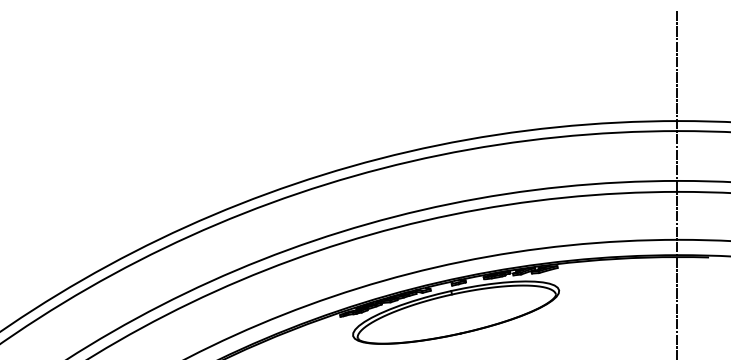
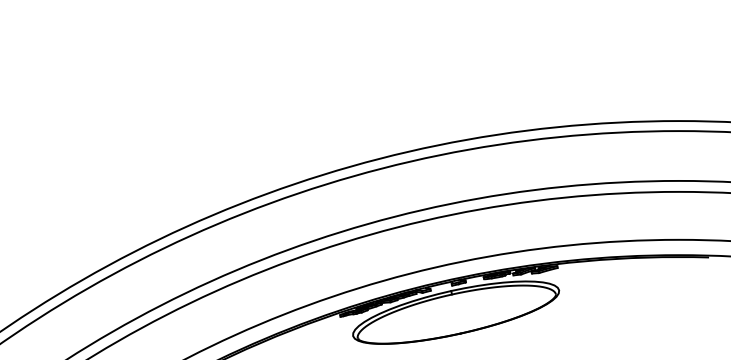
line at (676, 183): present -> none
